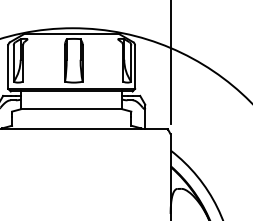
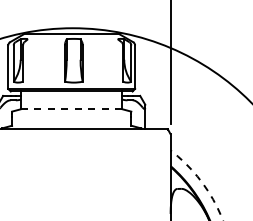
line at (71, 109): solid -> dashed
arc at (201, 182): solid -> dashed
